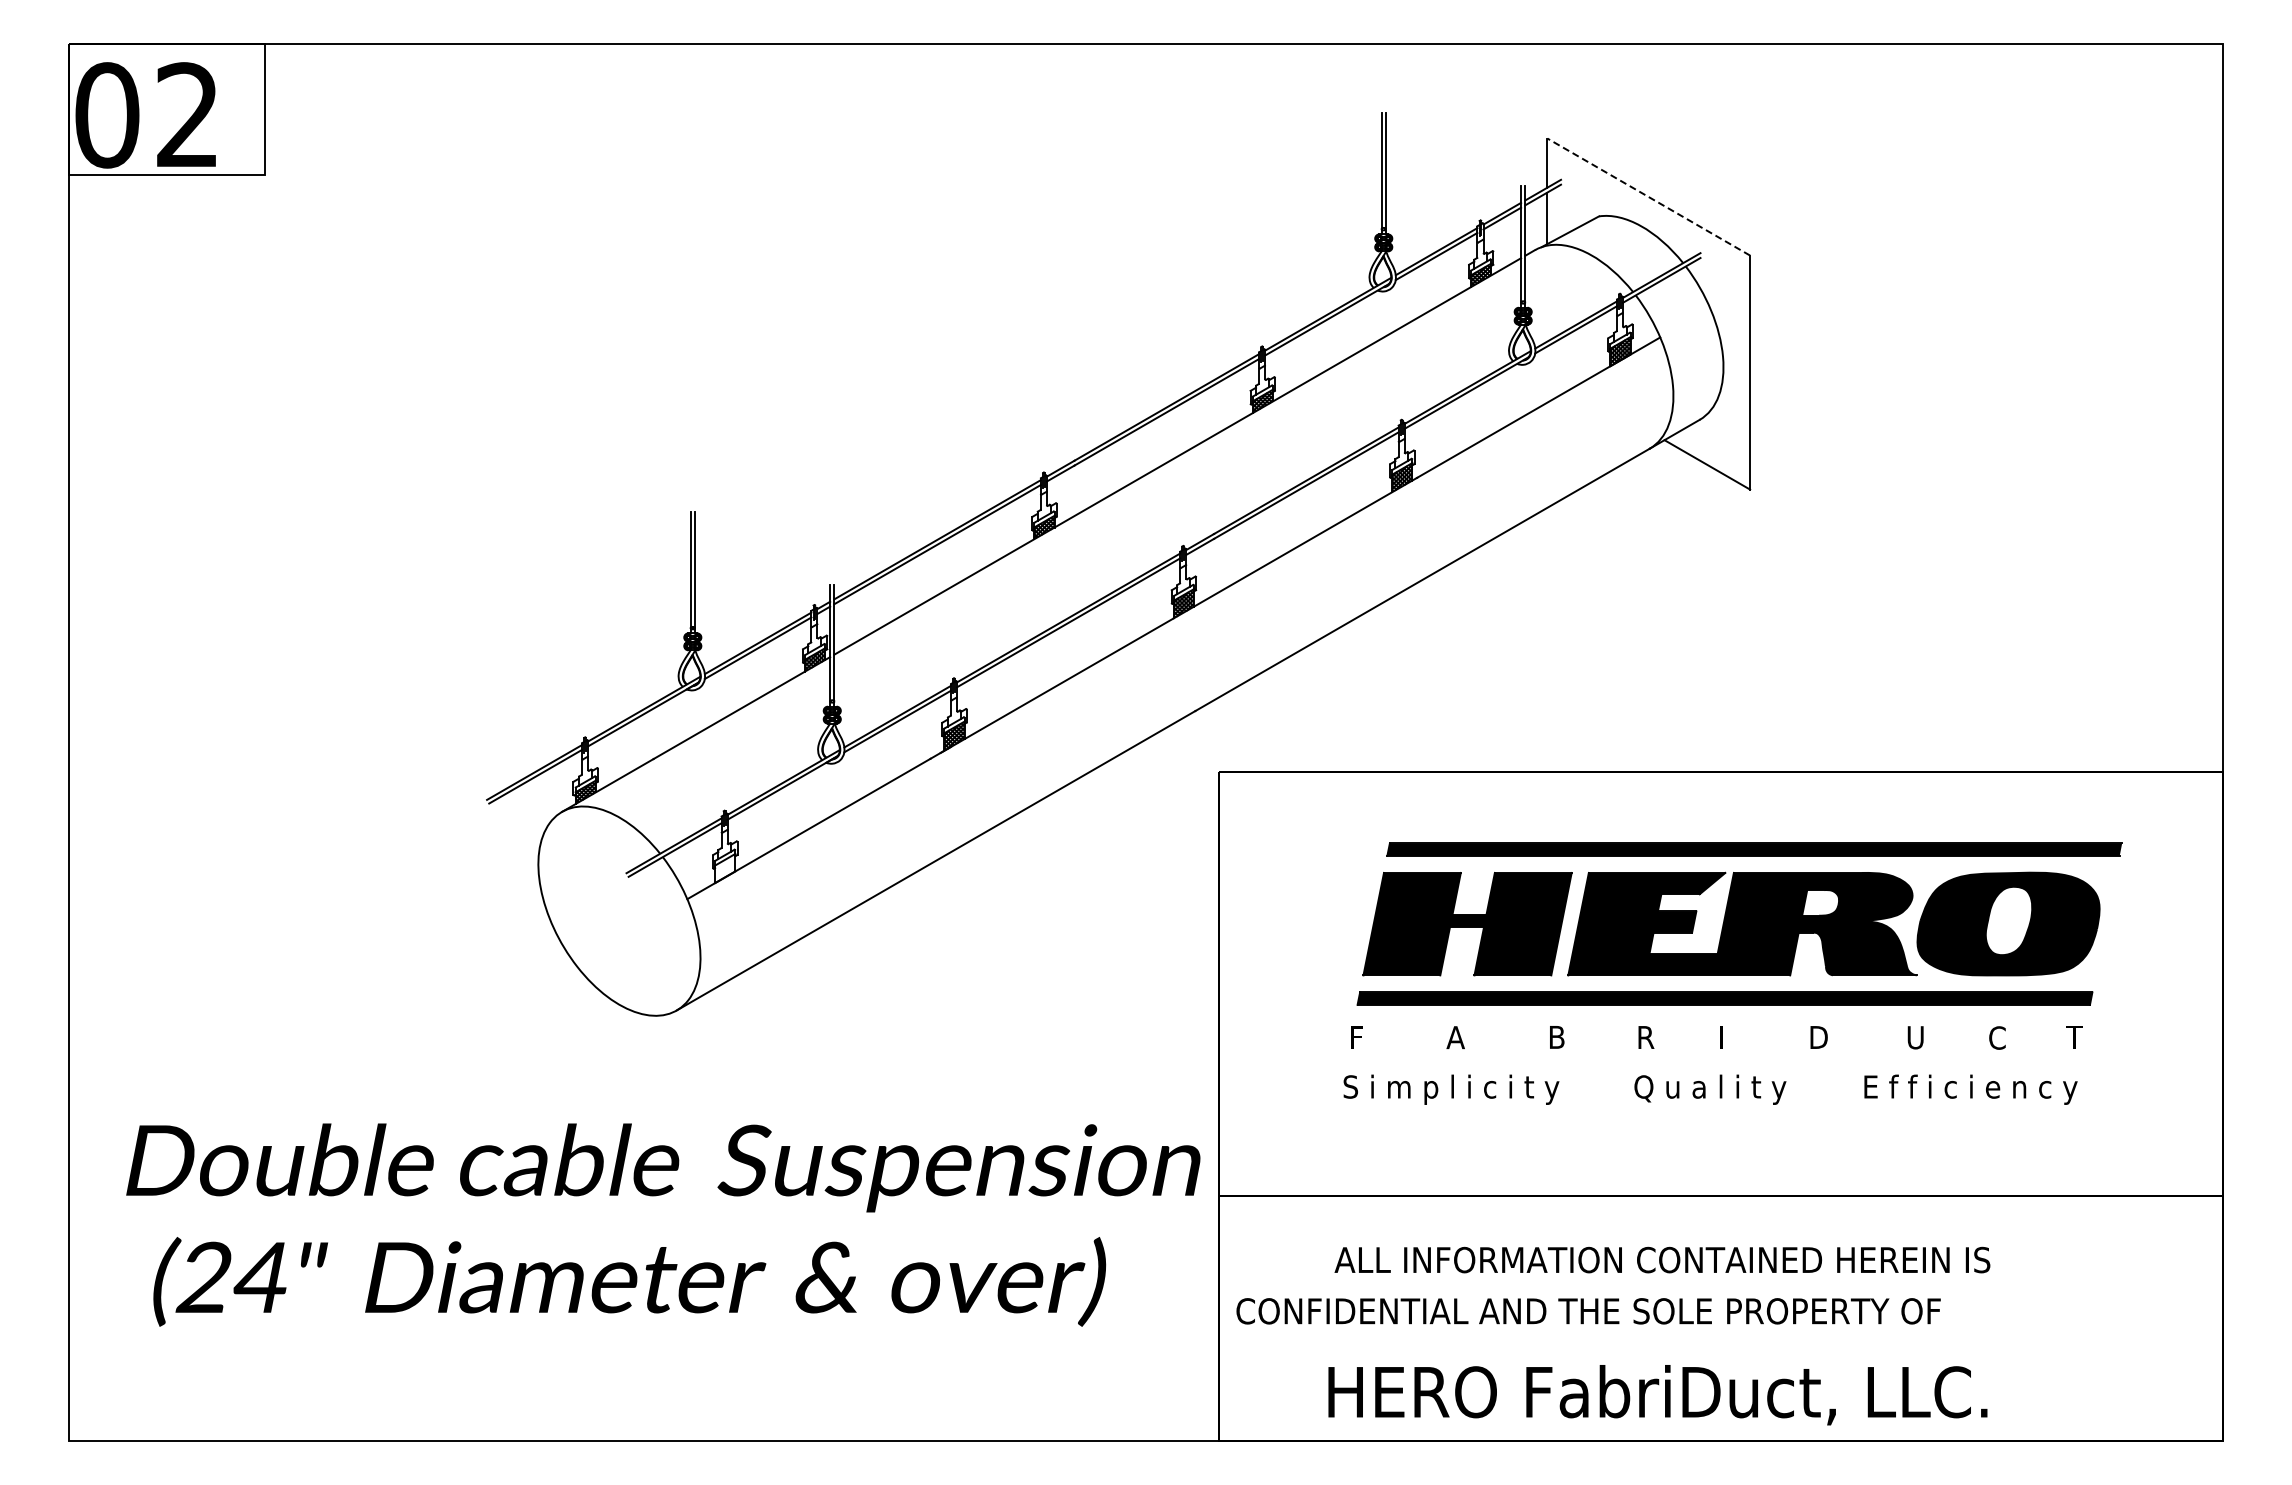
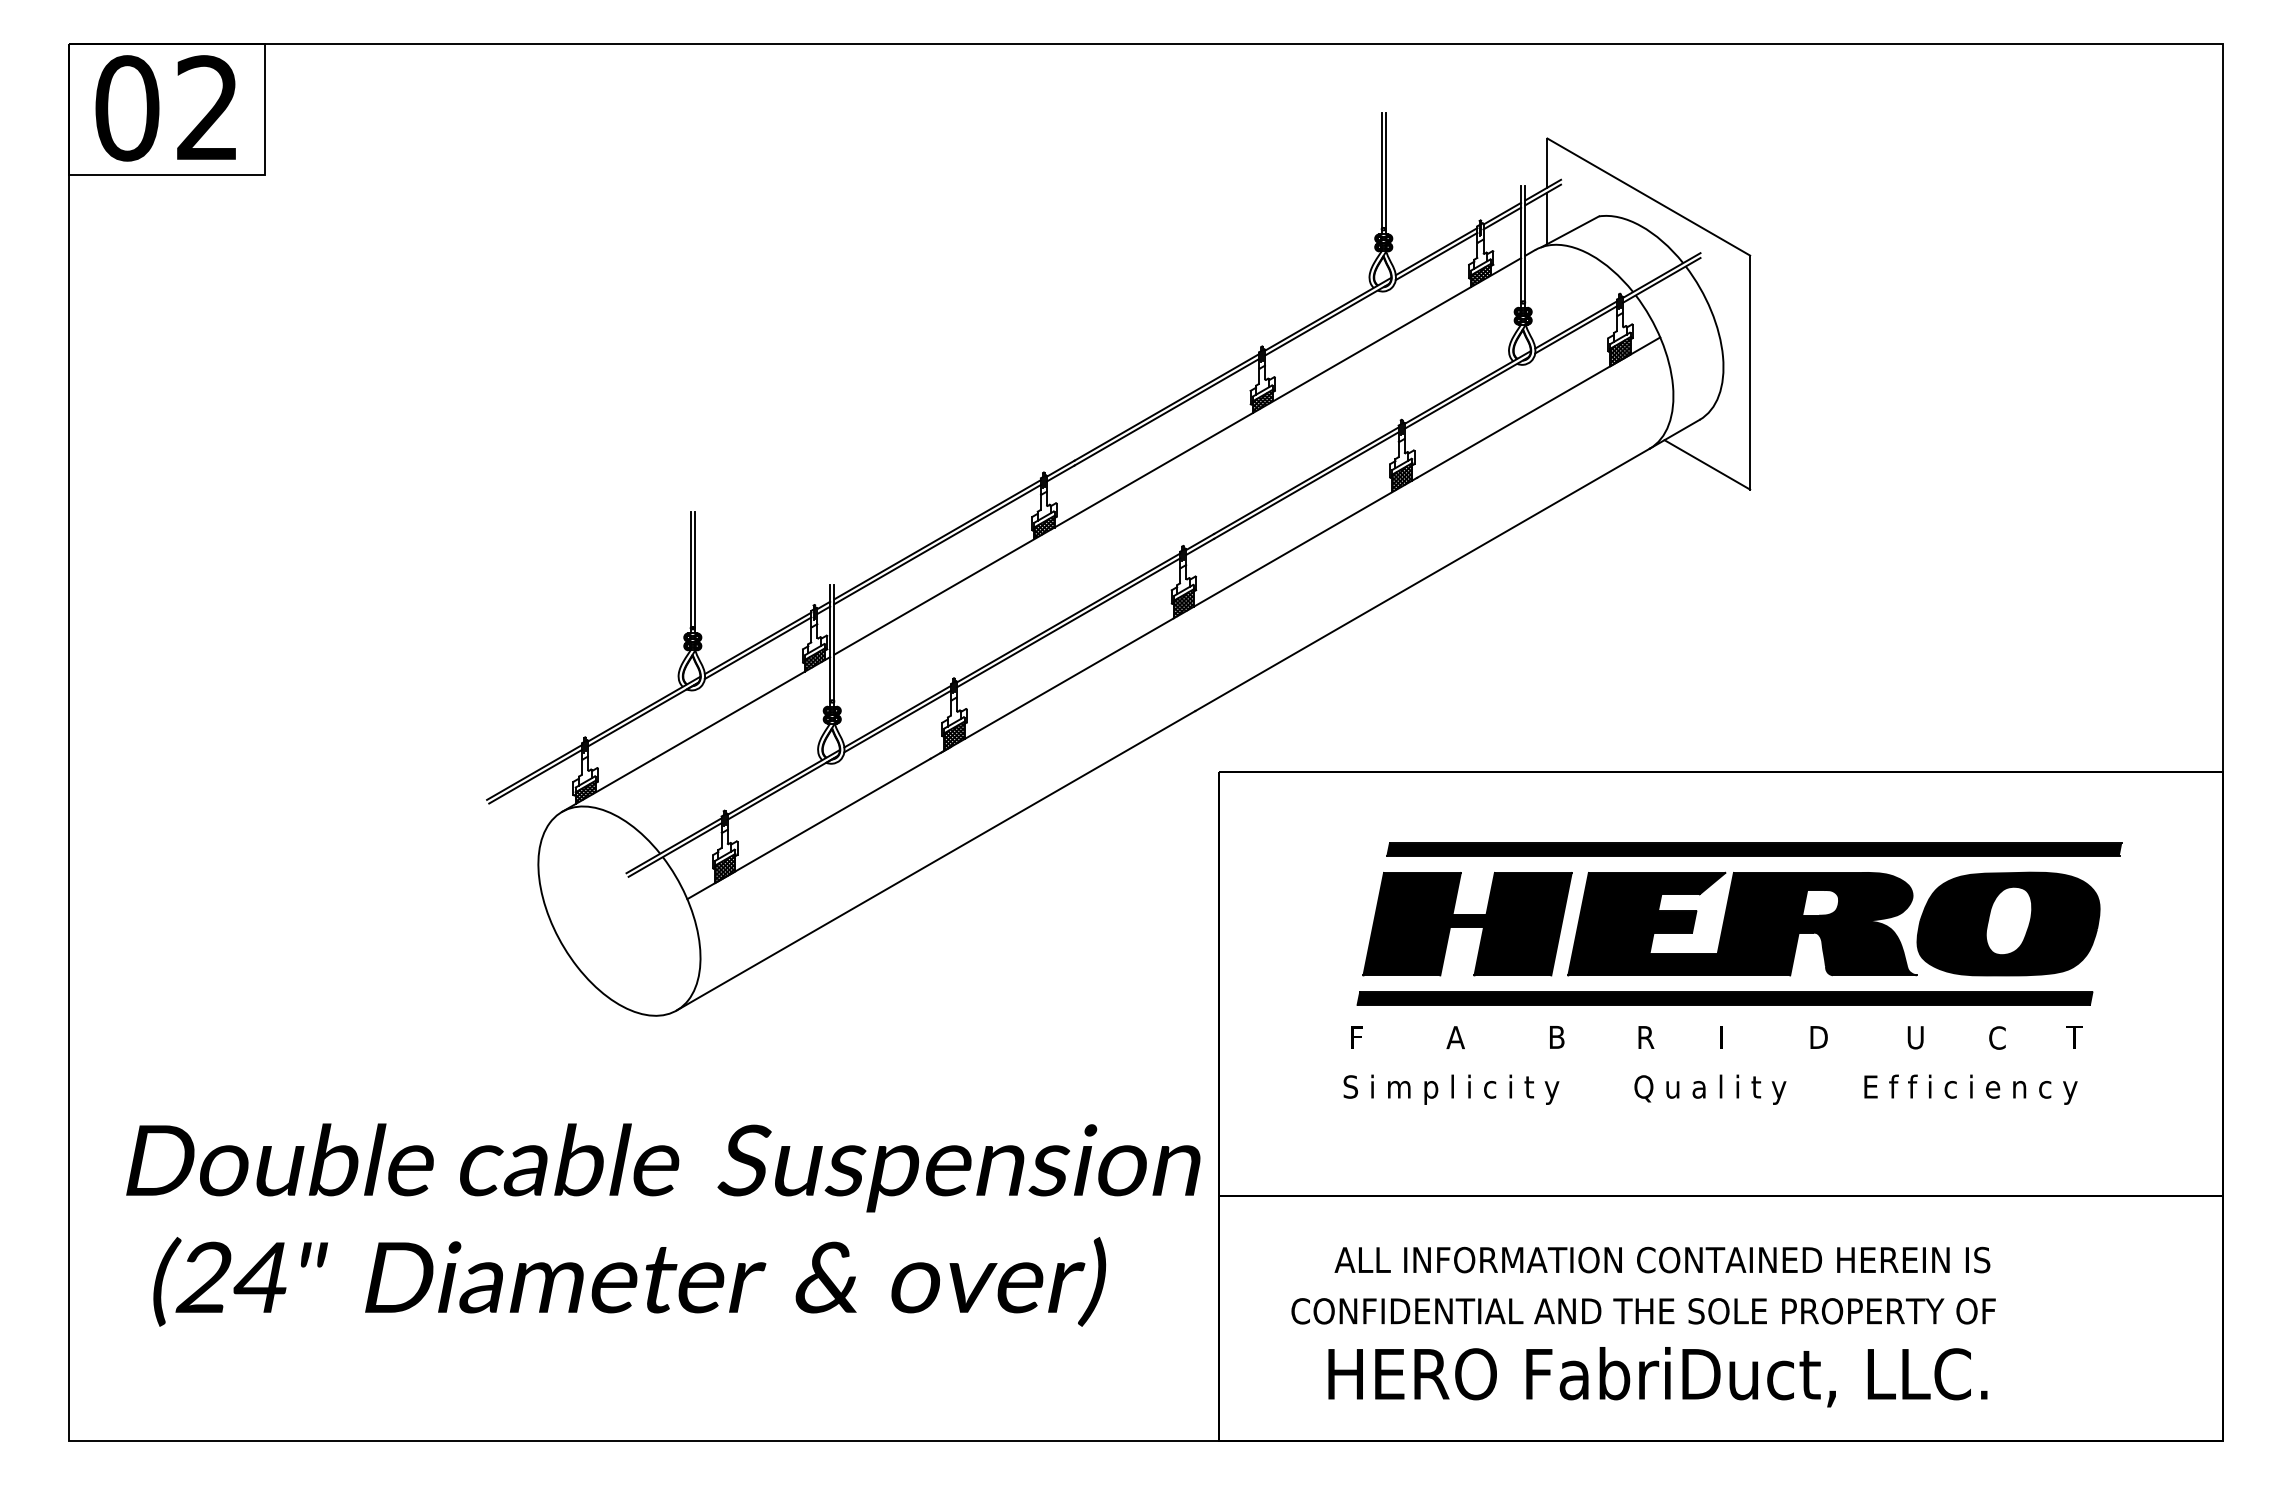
text at (145, 115) position: (145, 115) -> (165, 108)
line at (1648, 196): dashed -> solid
hatch at (725, 868): none -> present
text at (1588, 1311) position: (1588, 1311) -> (1643, 1311)
text at (1657, 1395) position: (1657, 1395) -> (1657, 1377)
